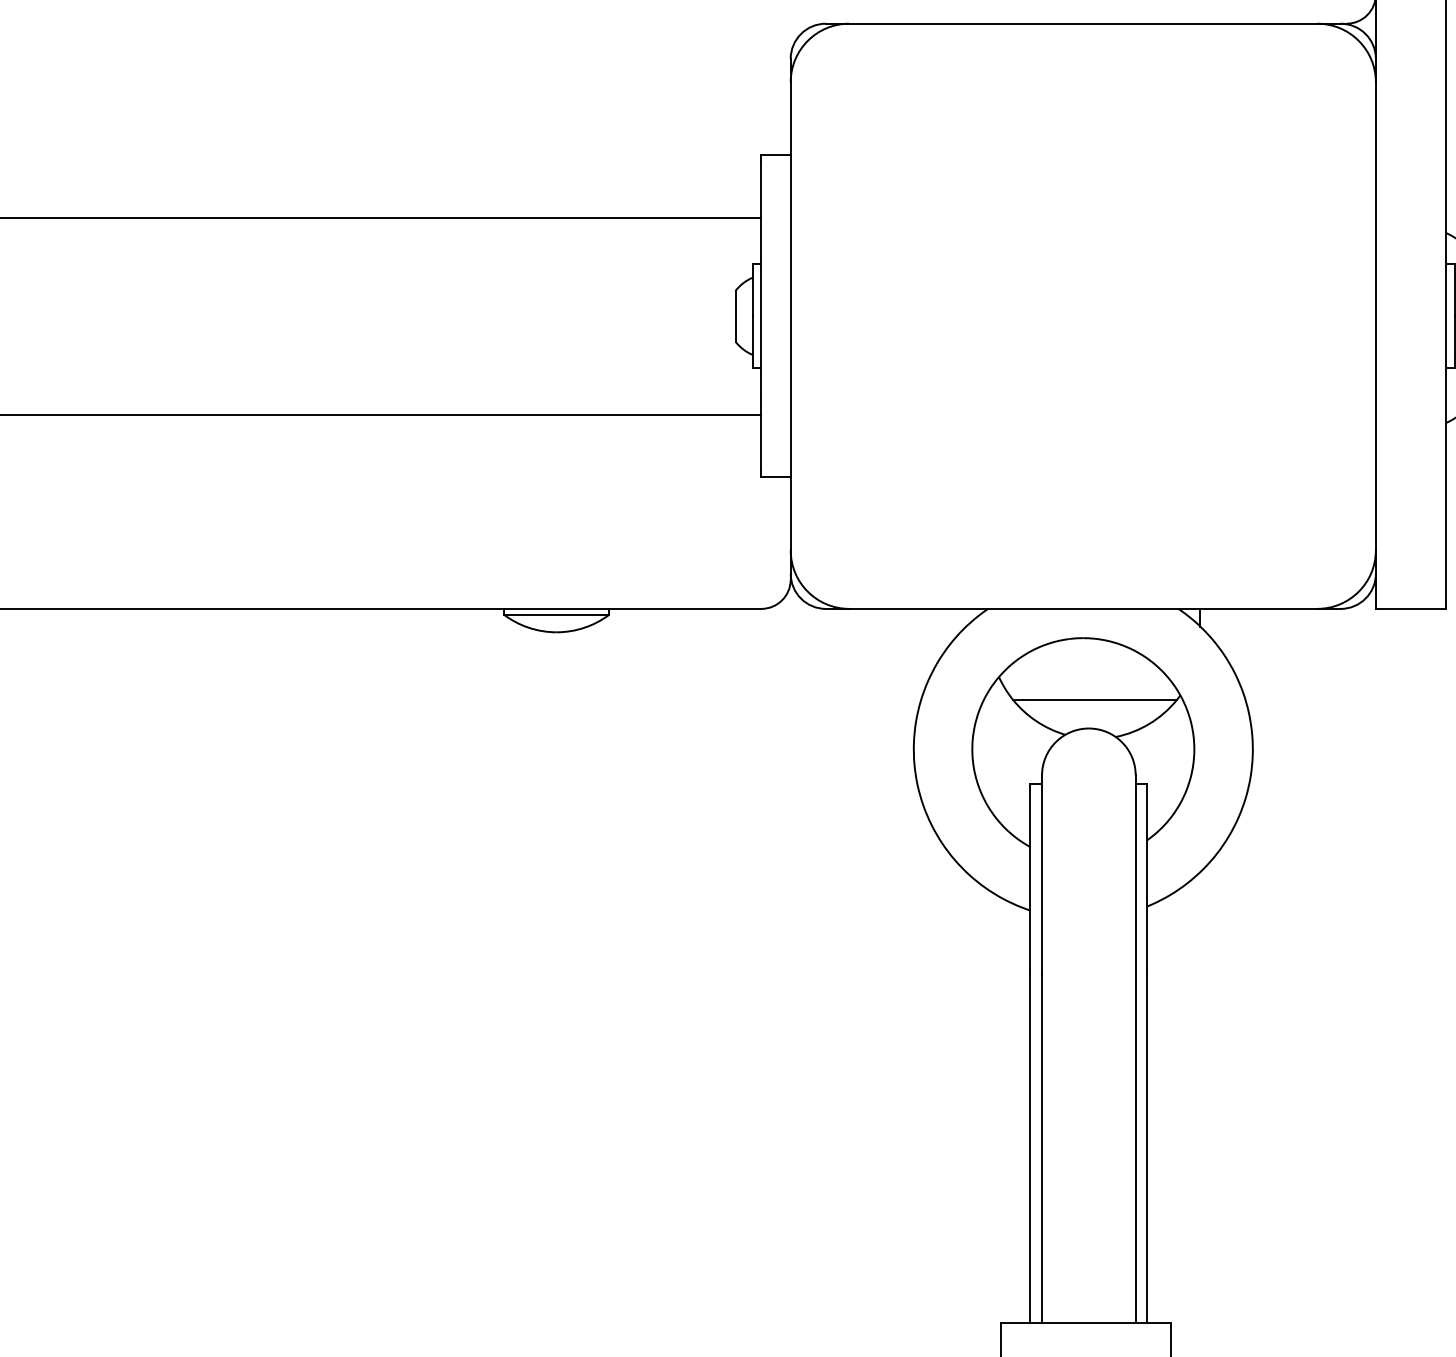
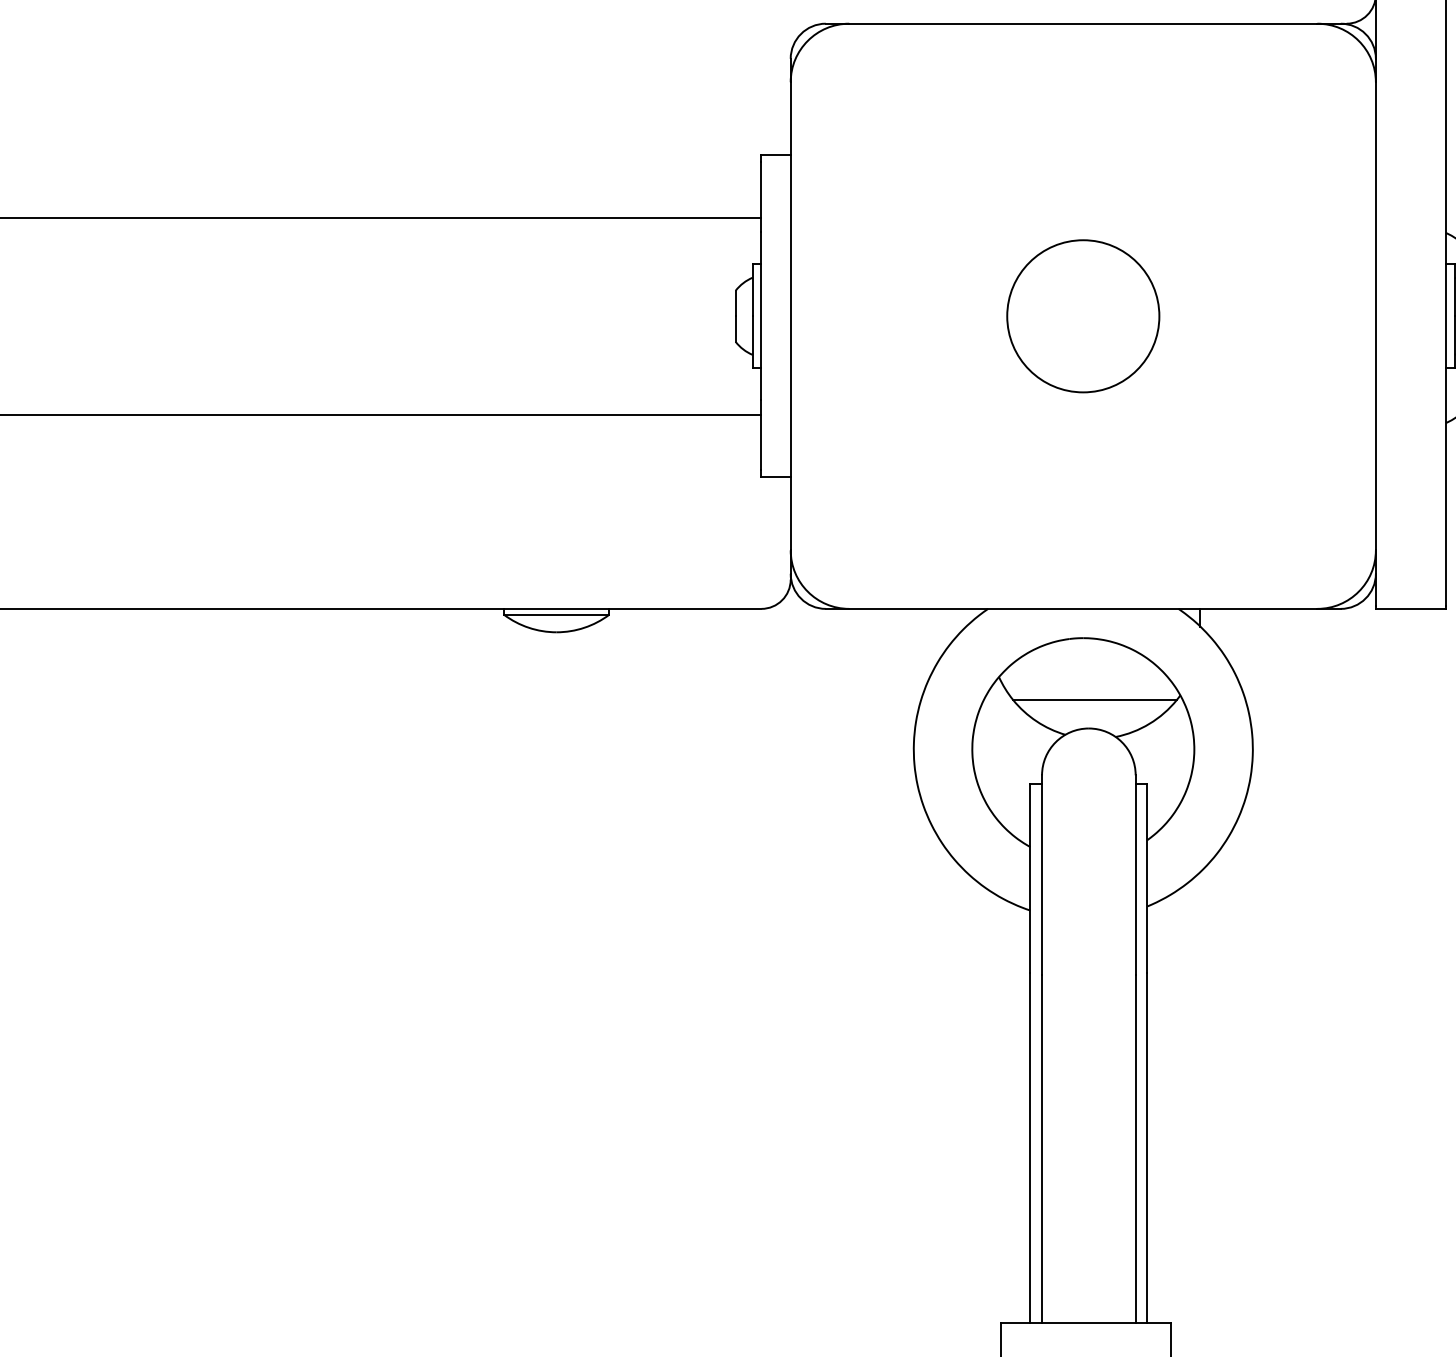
circle at (1083, 316): none -> present
